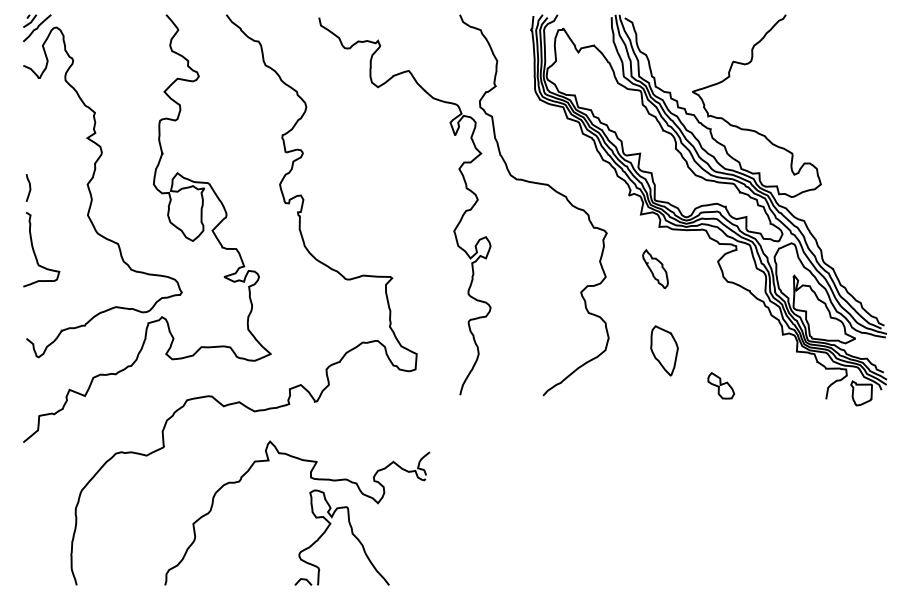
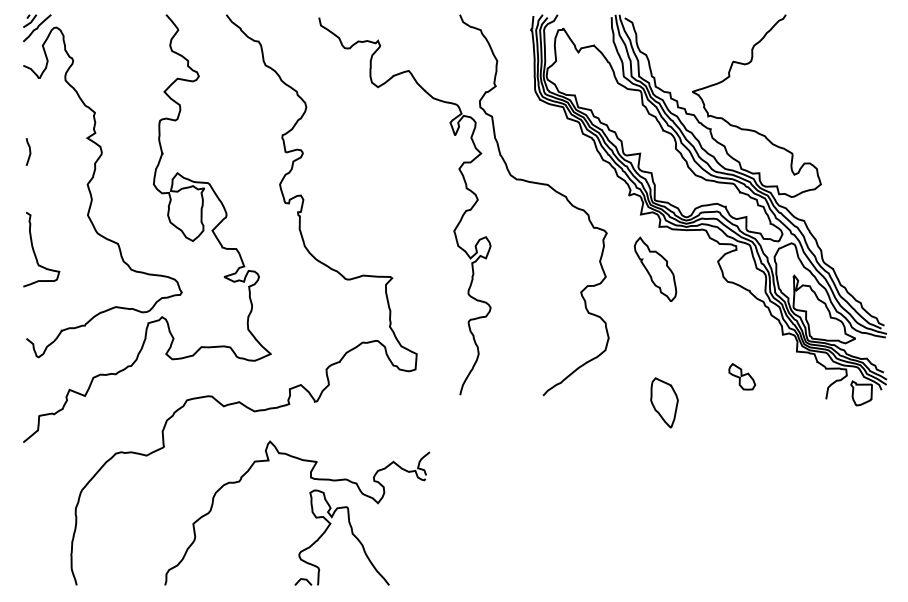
curve at (29, 187) position: (29, 187) -> (29, 151)
part at (655, 268) size: 27x40 px -> 45x66 px
part at (664, 350) position: (664, 350) -> (664, 402)
part at (721, 385) position: (721, 385) -> (742, 376)
